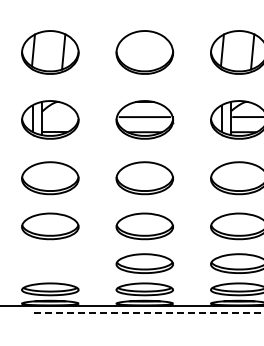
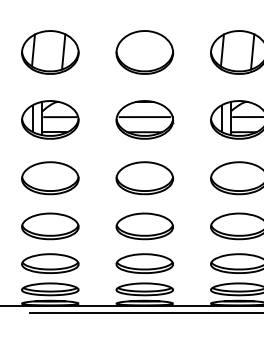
line at (60, 117): none -> present
part at (50, 263): none -> present
line at (146, 312): dashed -> solid
